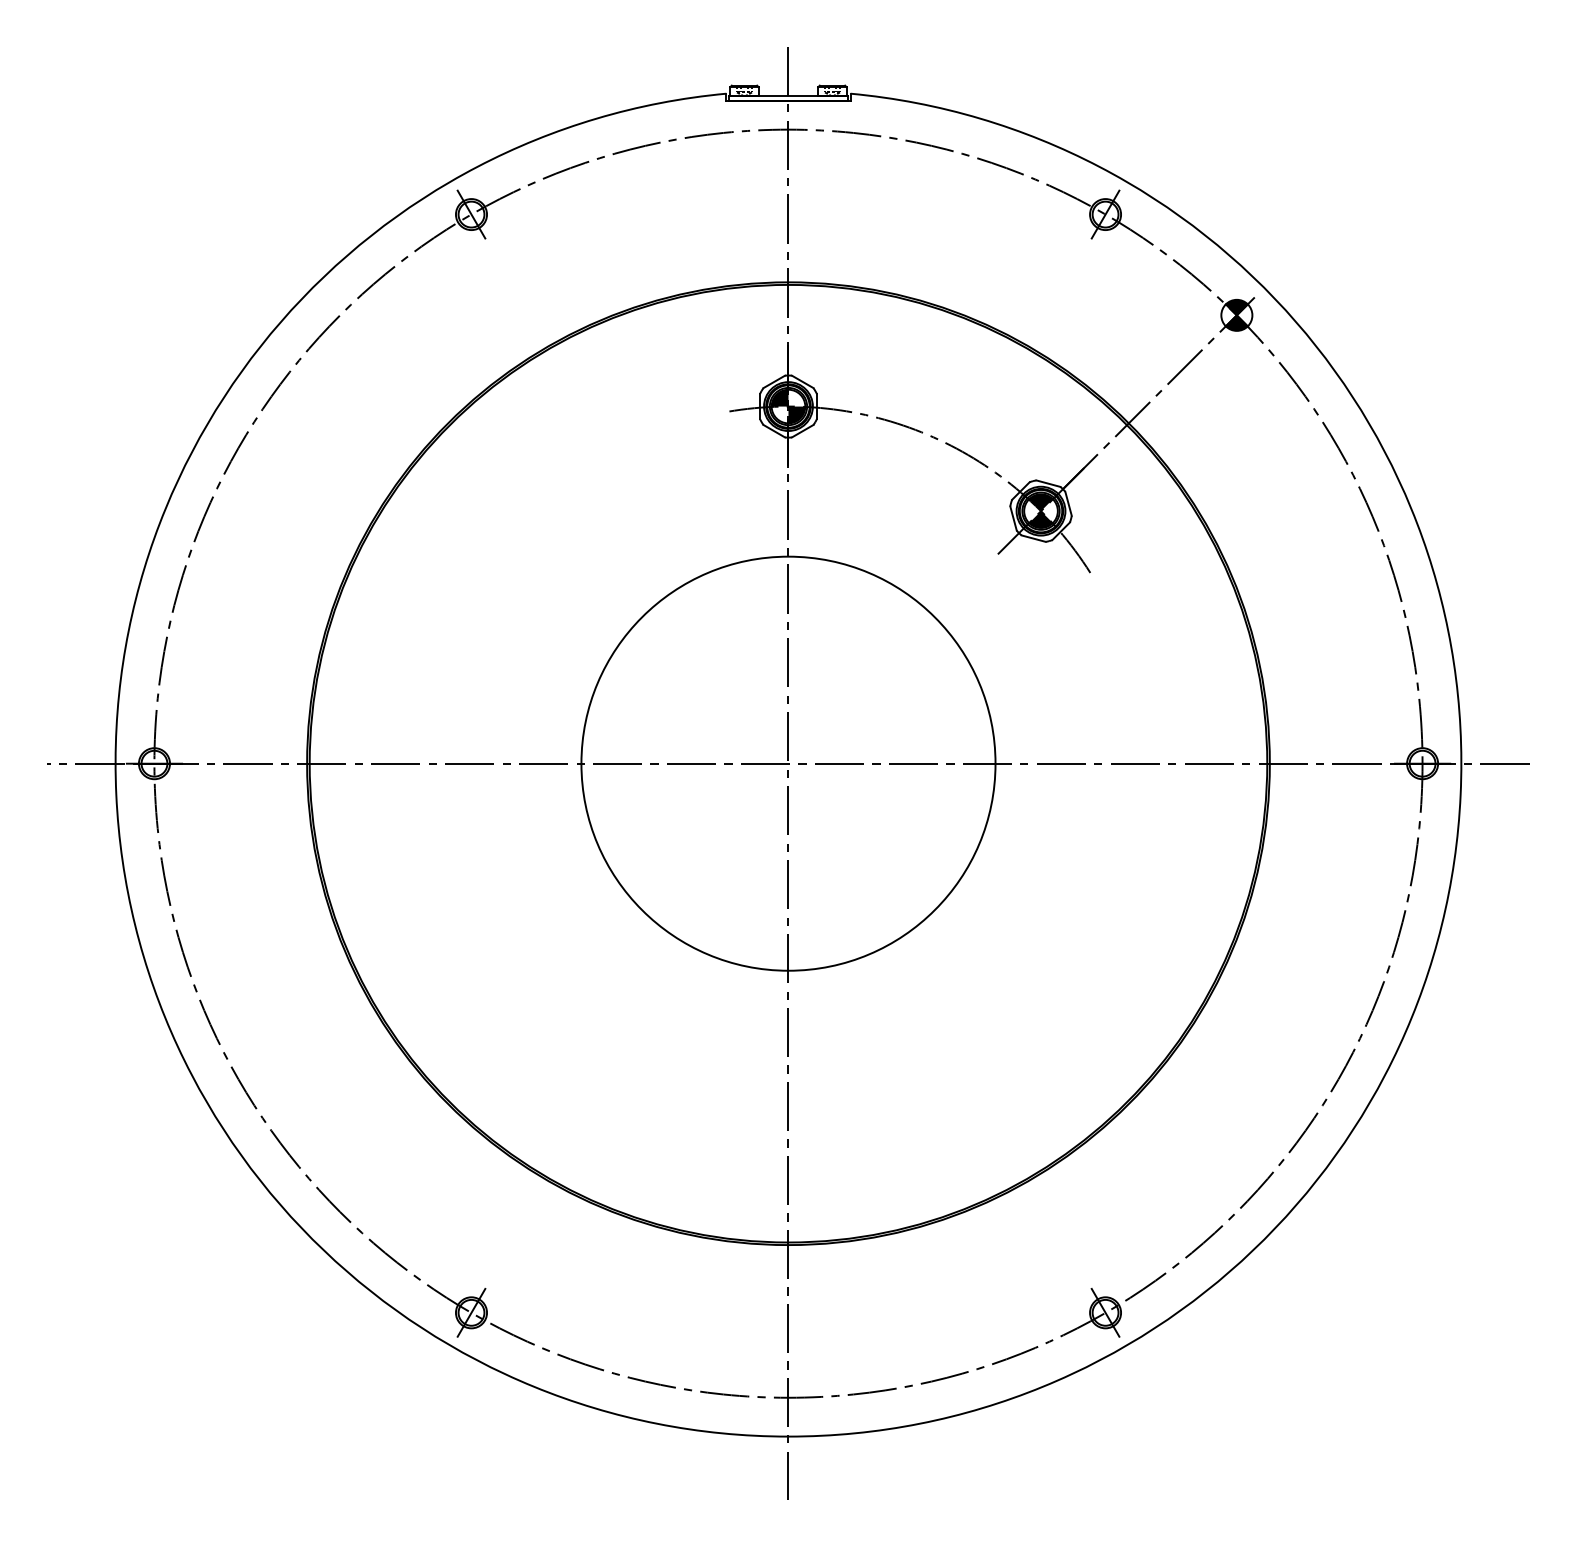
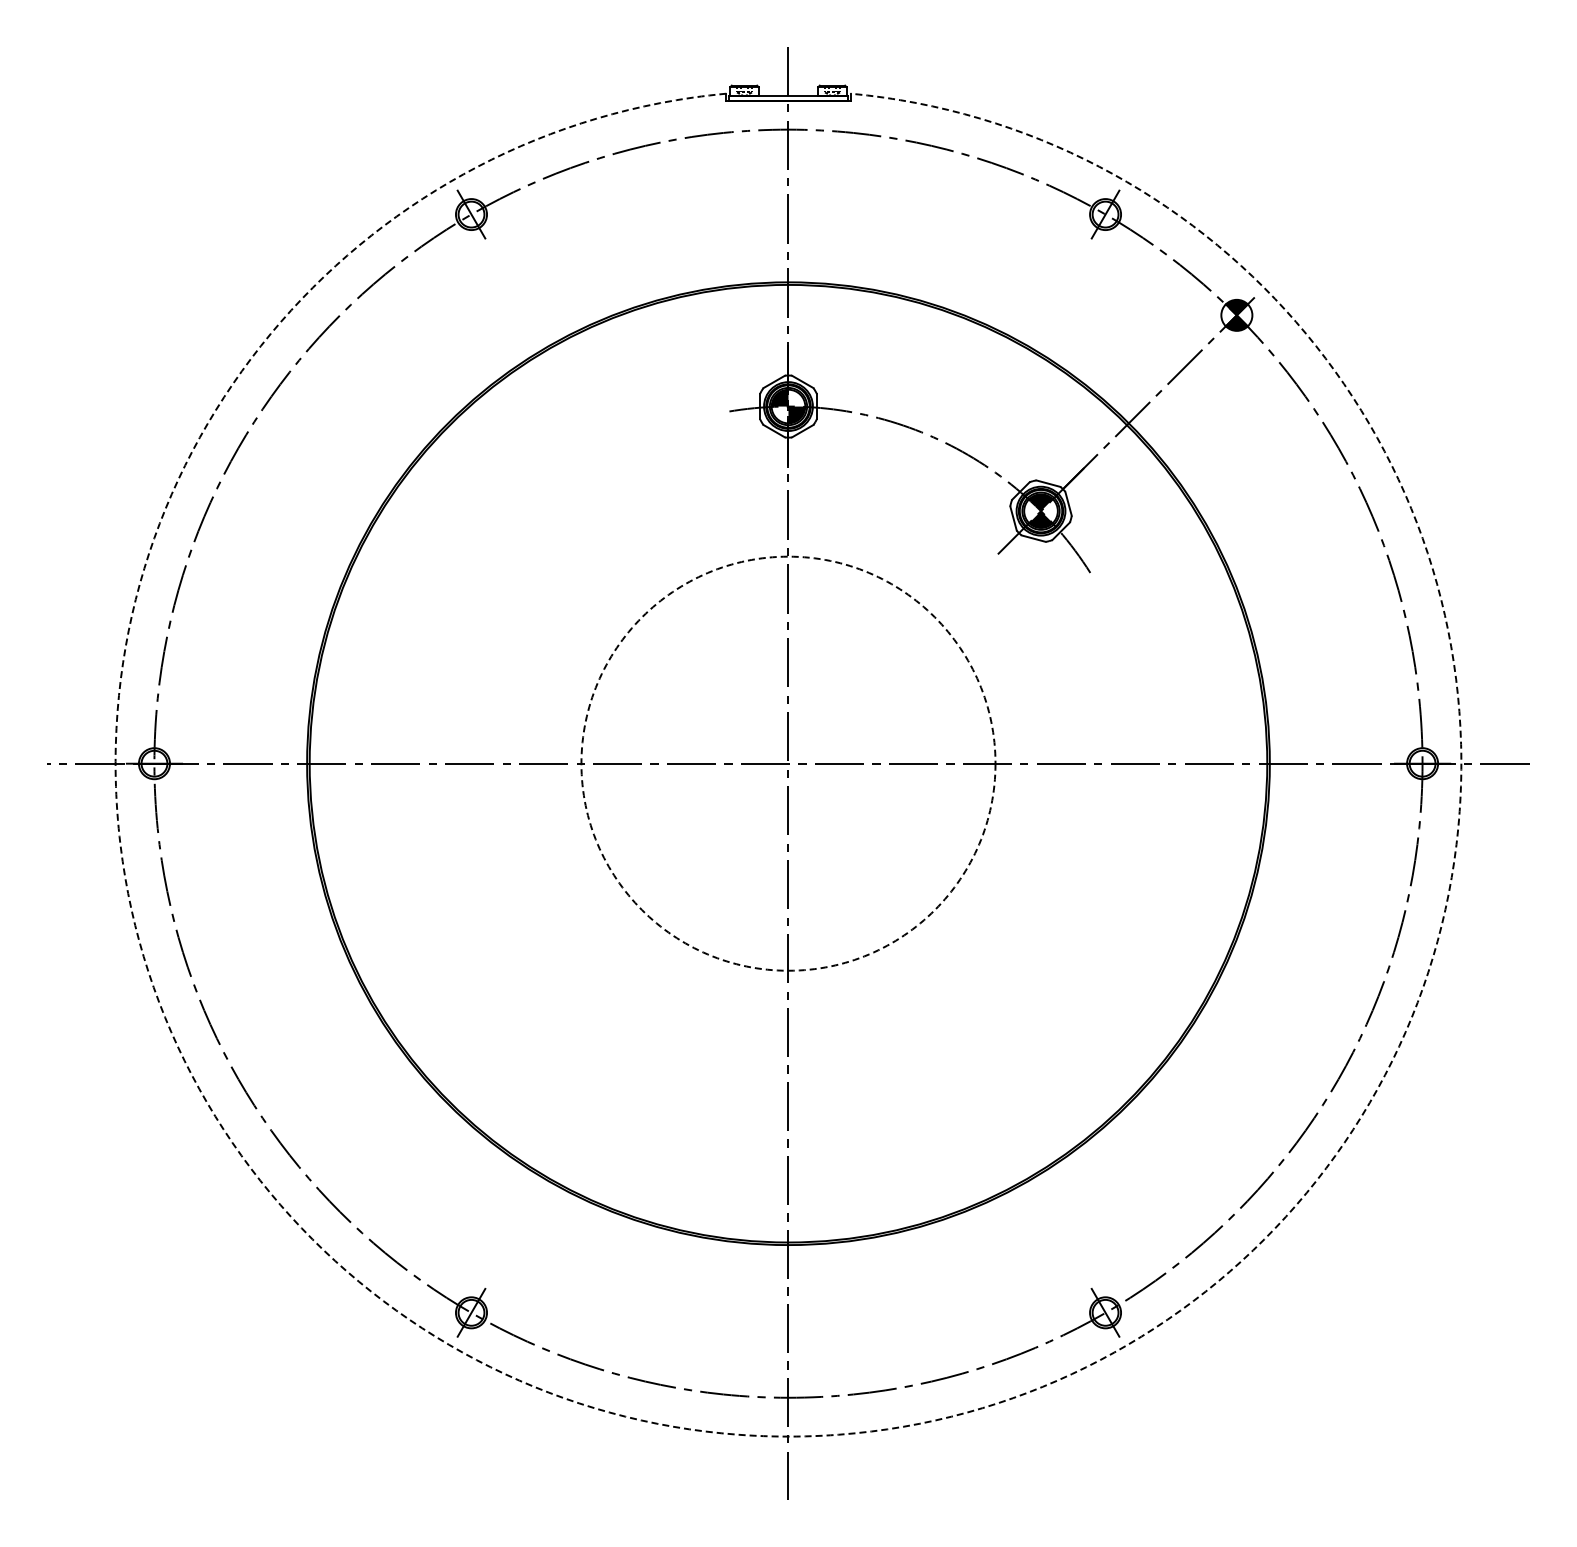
circle at (788, 763): solid -> dashed
arc at (788, 1436): solid -> dashed
